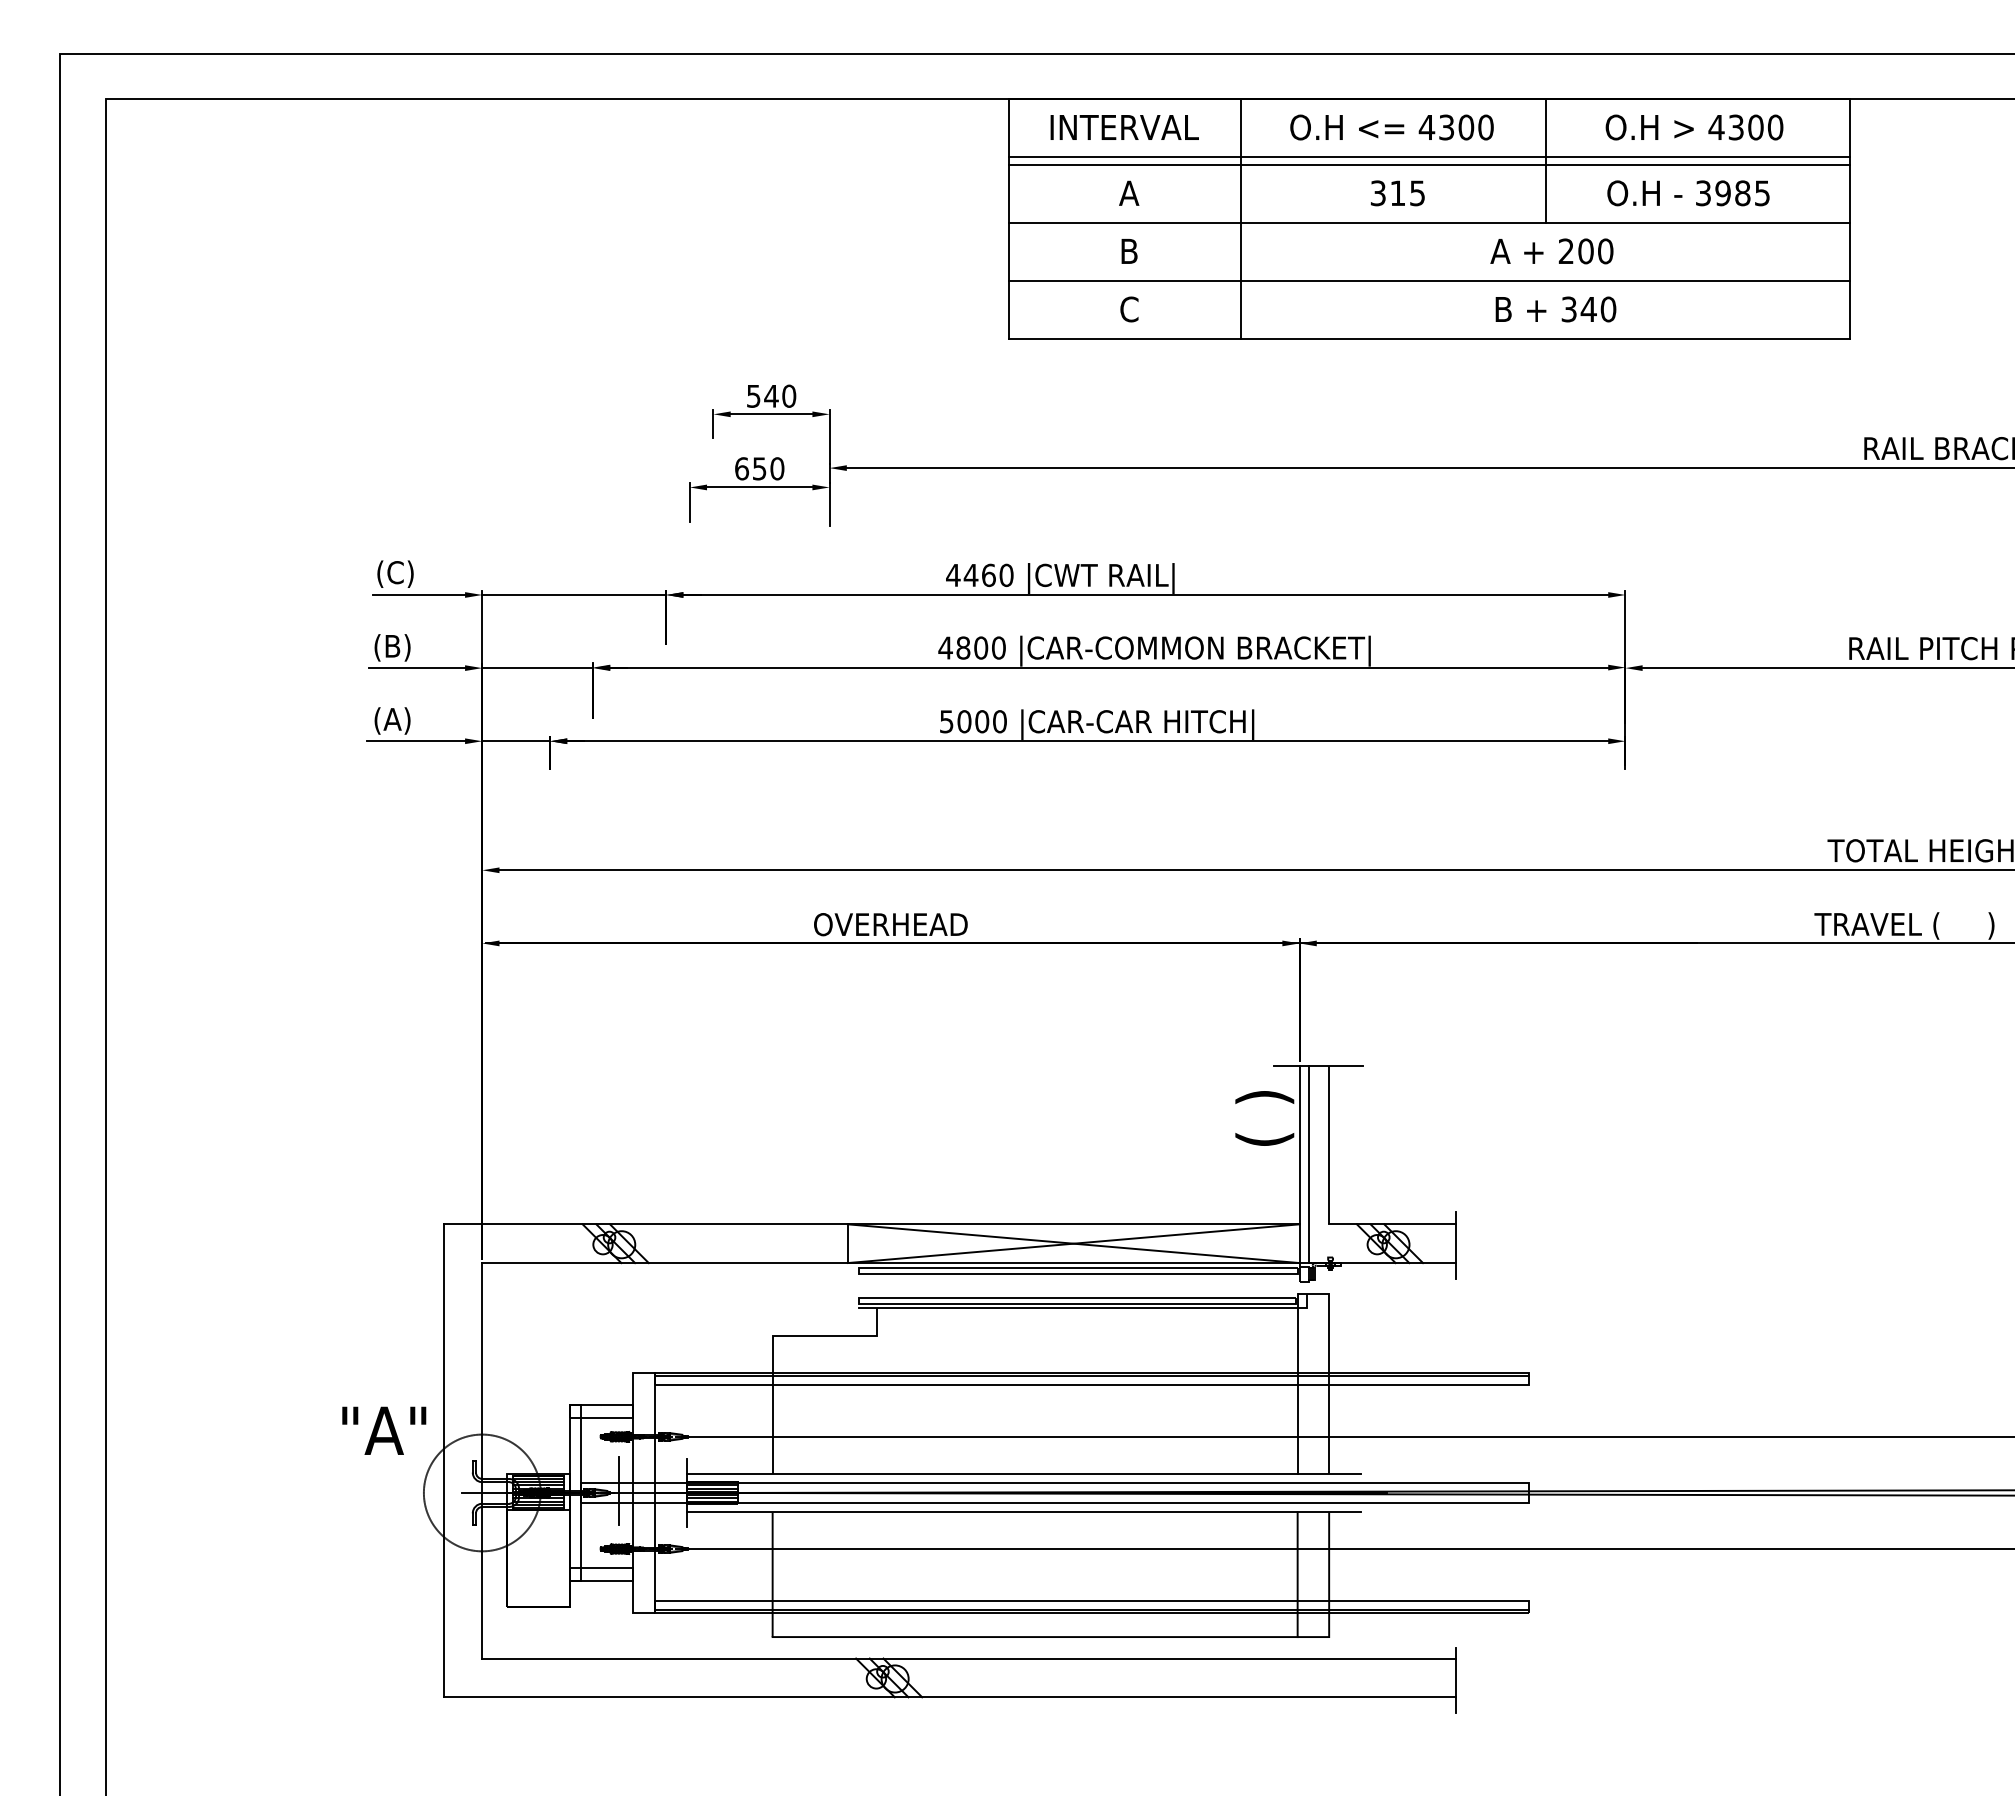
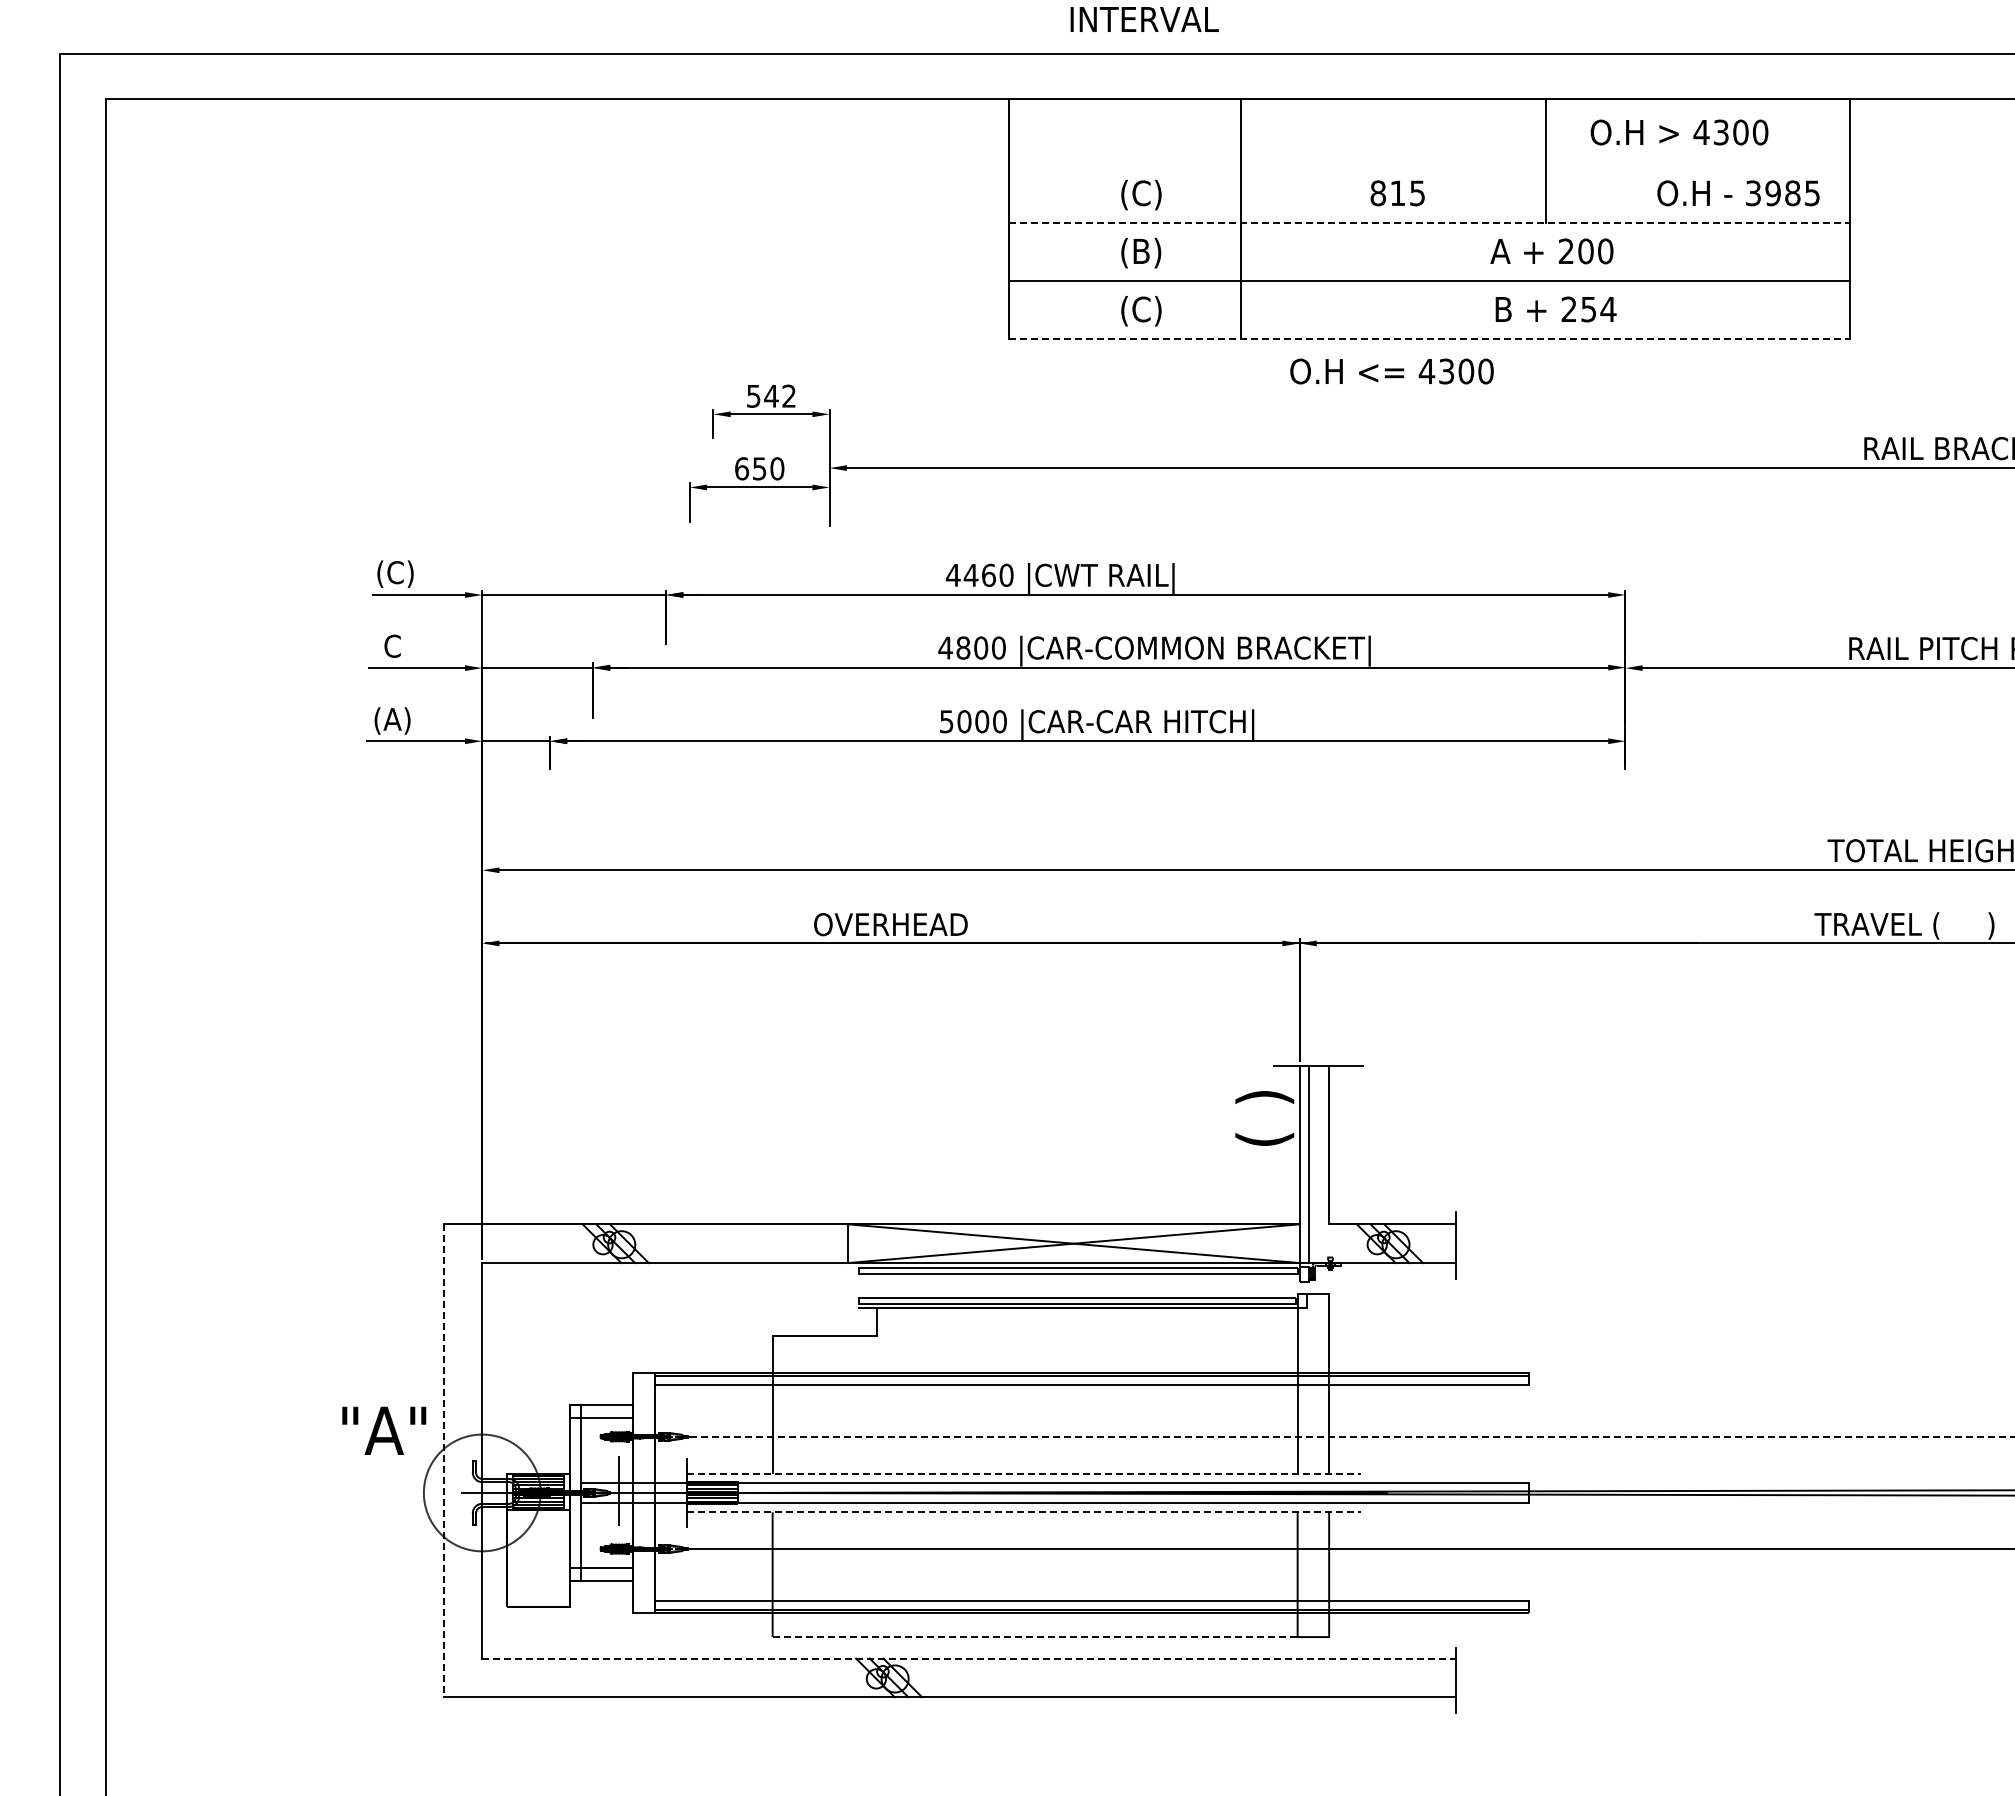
text at (1124, 127) position: (1124, 127) -> (1144, 19)
text at (1391, 127) position: (1391, 127) -> (1391, 371)
text at (1694, 127) position: (1694, 127) -> (1679, 132)
line at (1428, 157): present -> none
line at (1428, 165): present -> none
text at (1377, 193): 315 -> 815
text at (1688, 193) position: (1688, 193) -> (1738, 193)
text at (1140, 194): A -> (C)
line at (1429, 223): solid -> dashed
text at (1141, 252): B -> (B)
text at (1588, 309): 340 -> 254
text at (1140, 311): C -> (C)
line at (1429, 339): solid -> dashed
text at (789, 395): 540 -> 542
text at (392, 647): (B) -> C
line at (1352, 1436): solid -> dashed
line at (443, 1461): solid -> dashed
line at (1023, 1473): solid -> dashed
line at (1023, 1512): solid -> dashed
line at (1035, 1637): solid -> dashed
line at (969, 1658): solid -> dashed
